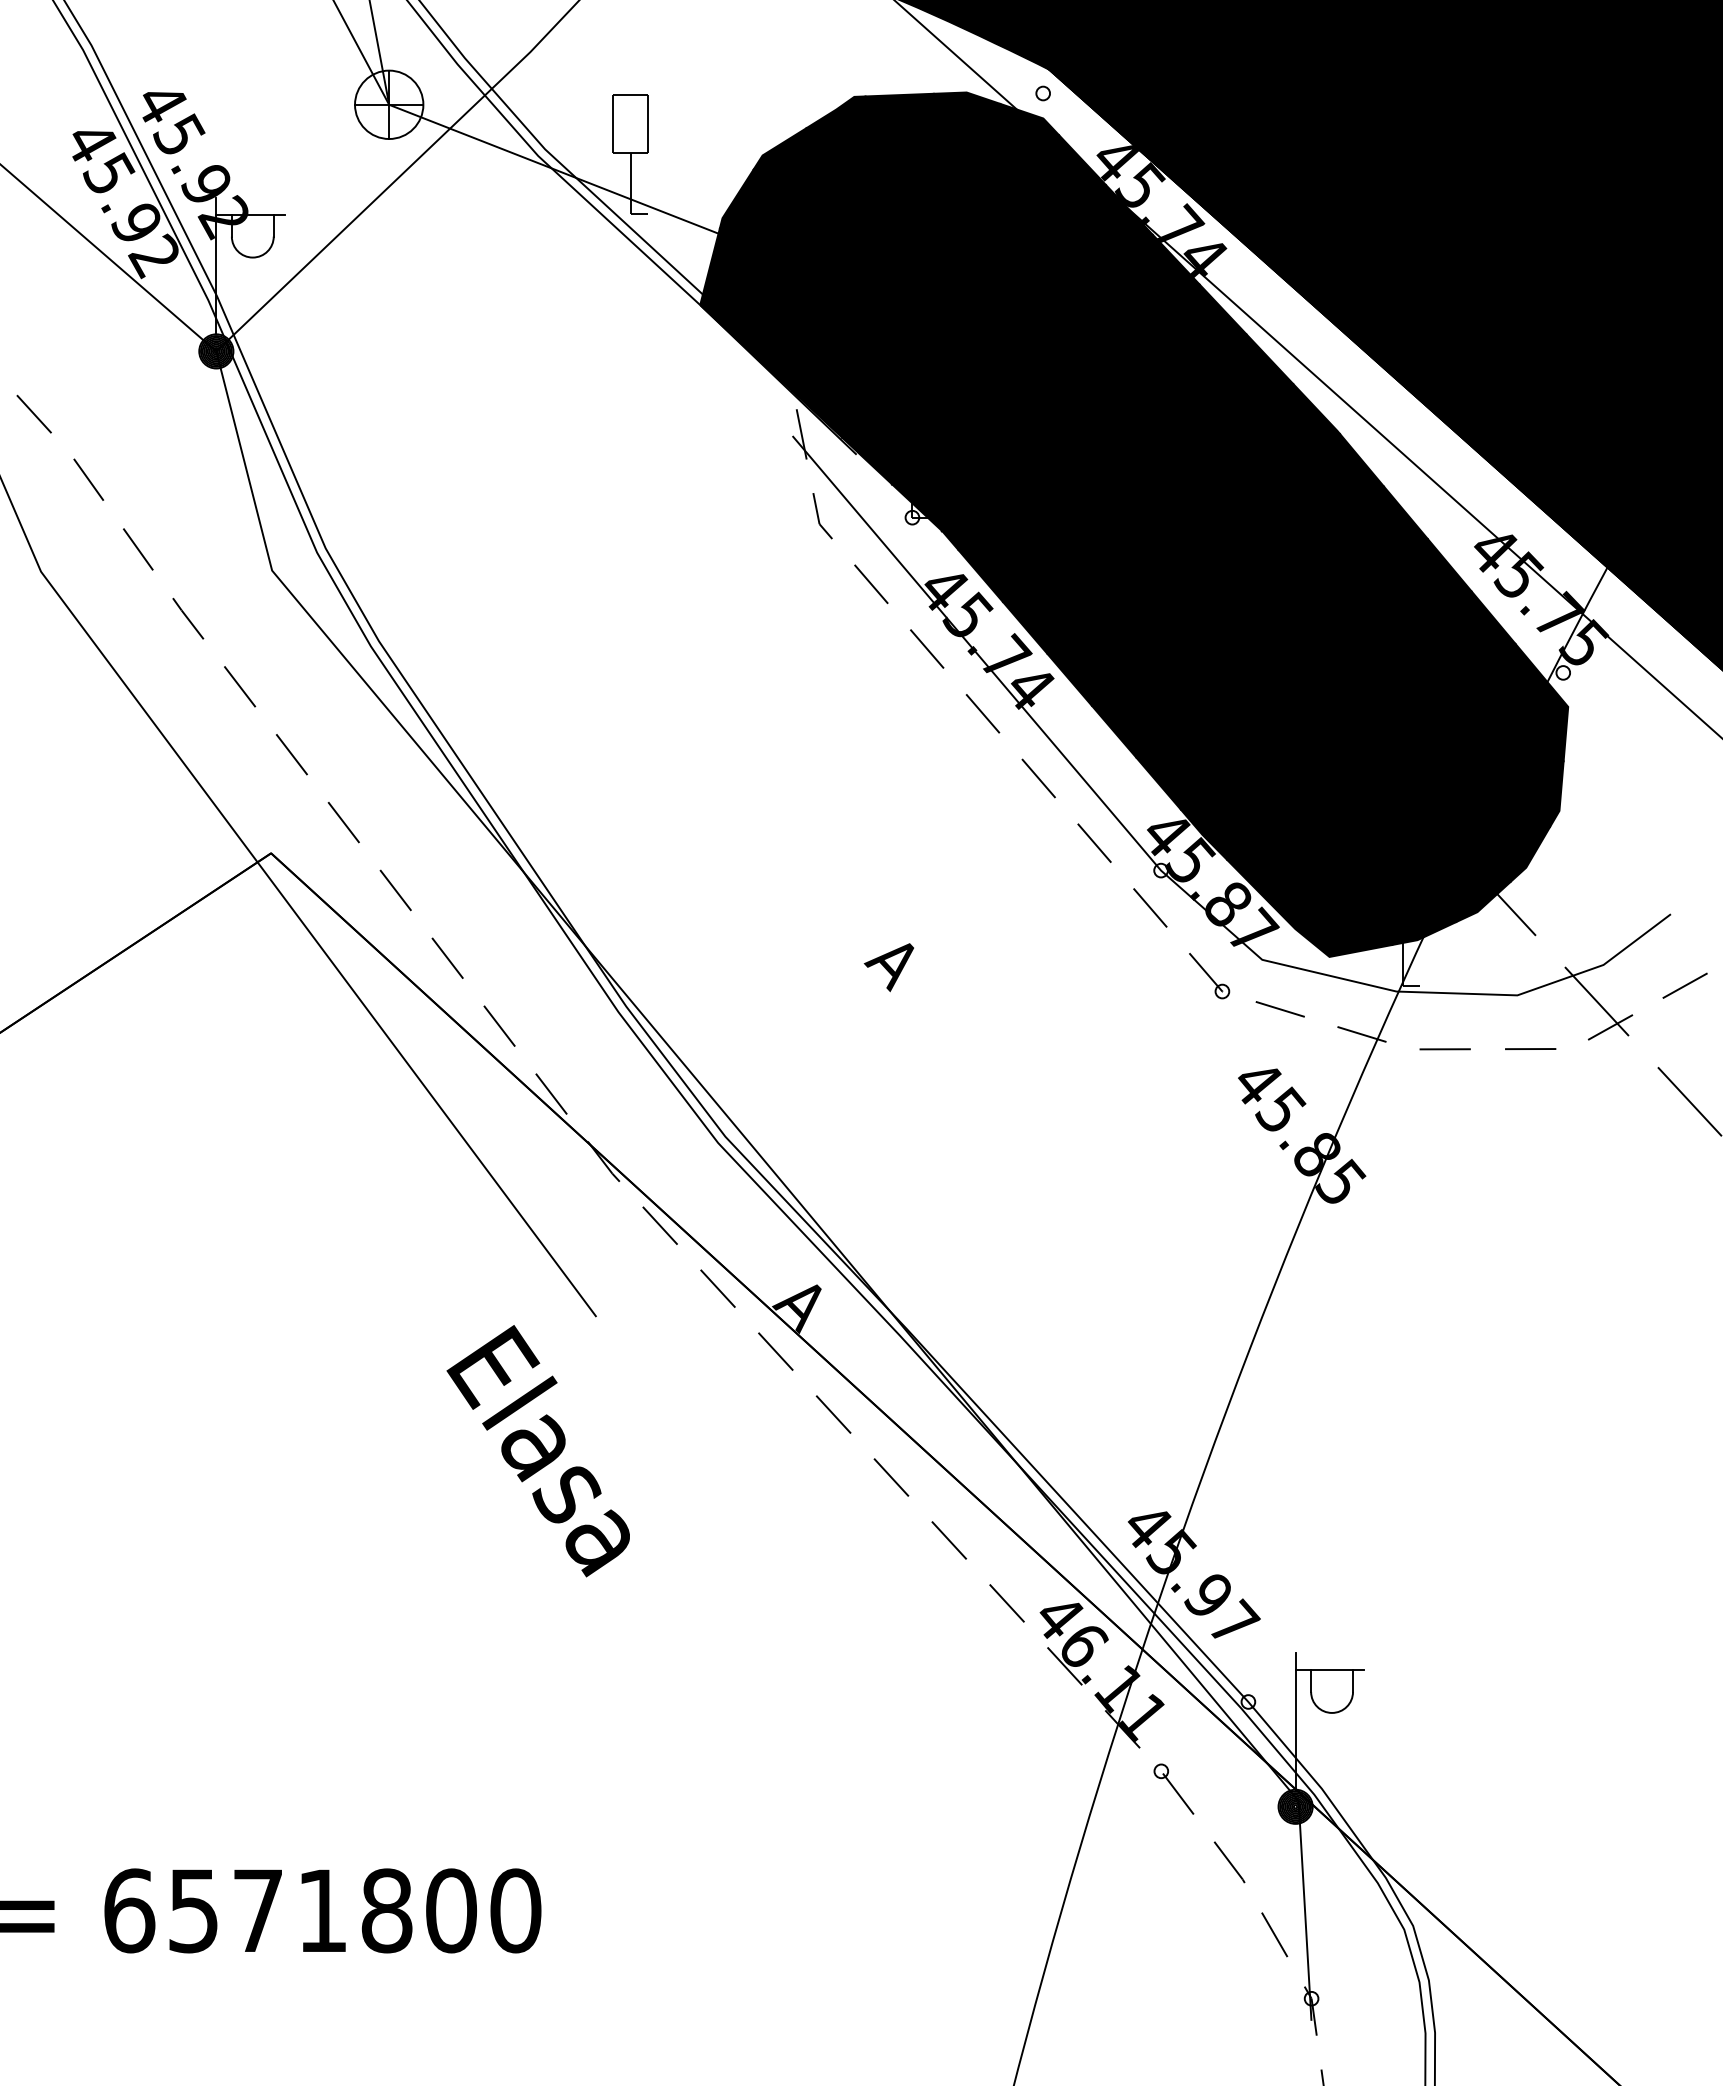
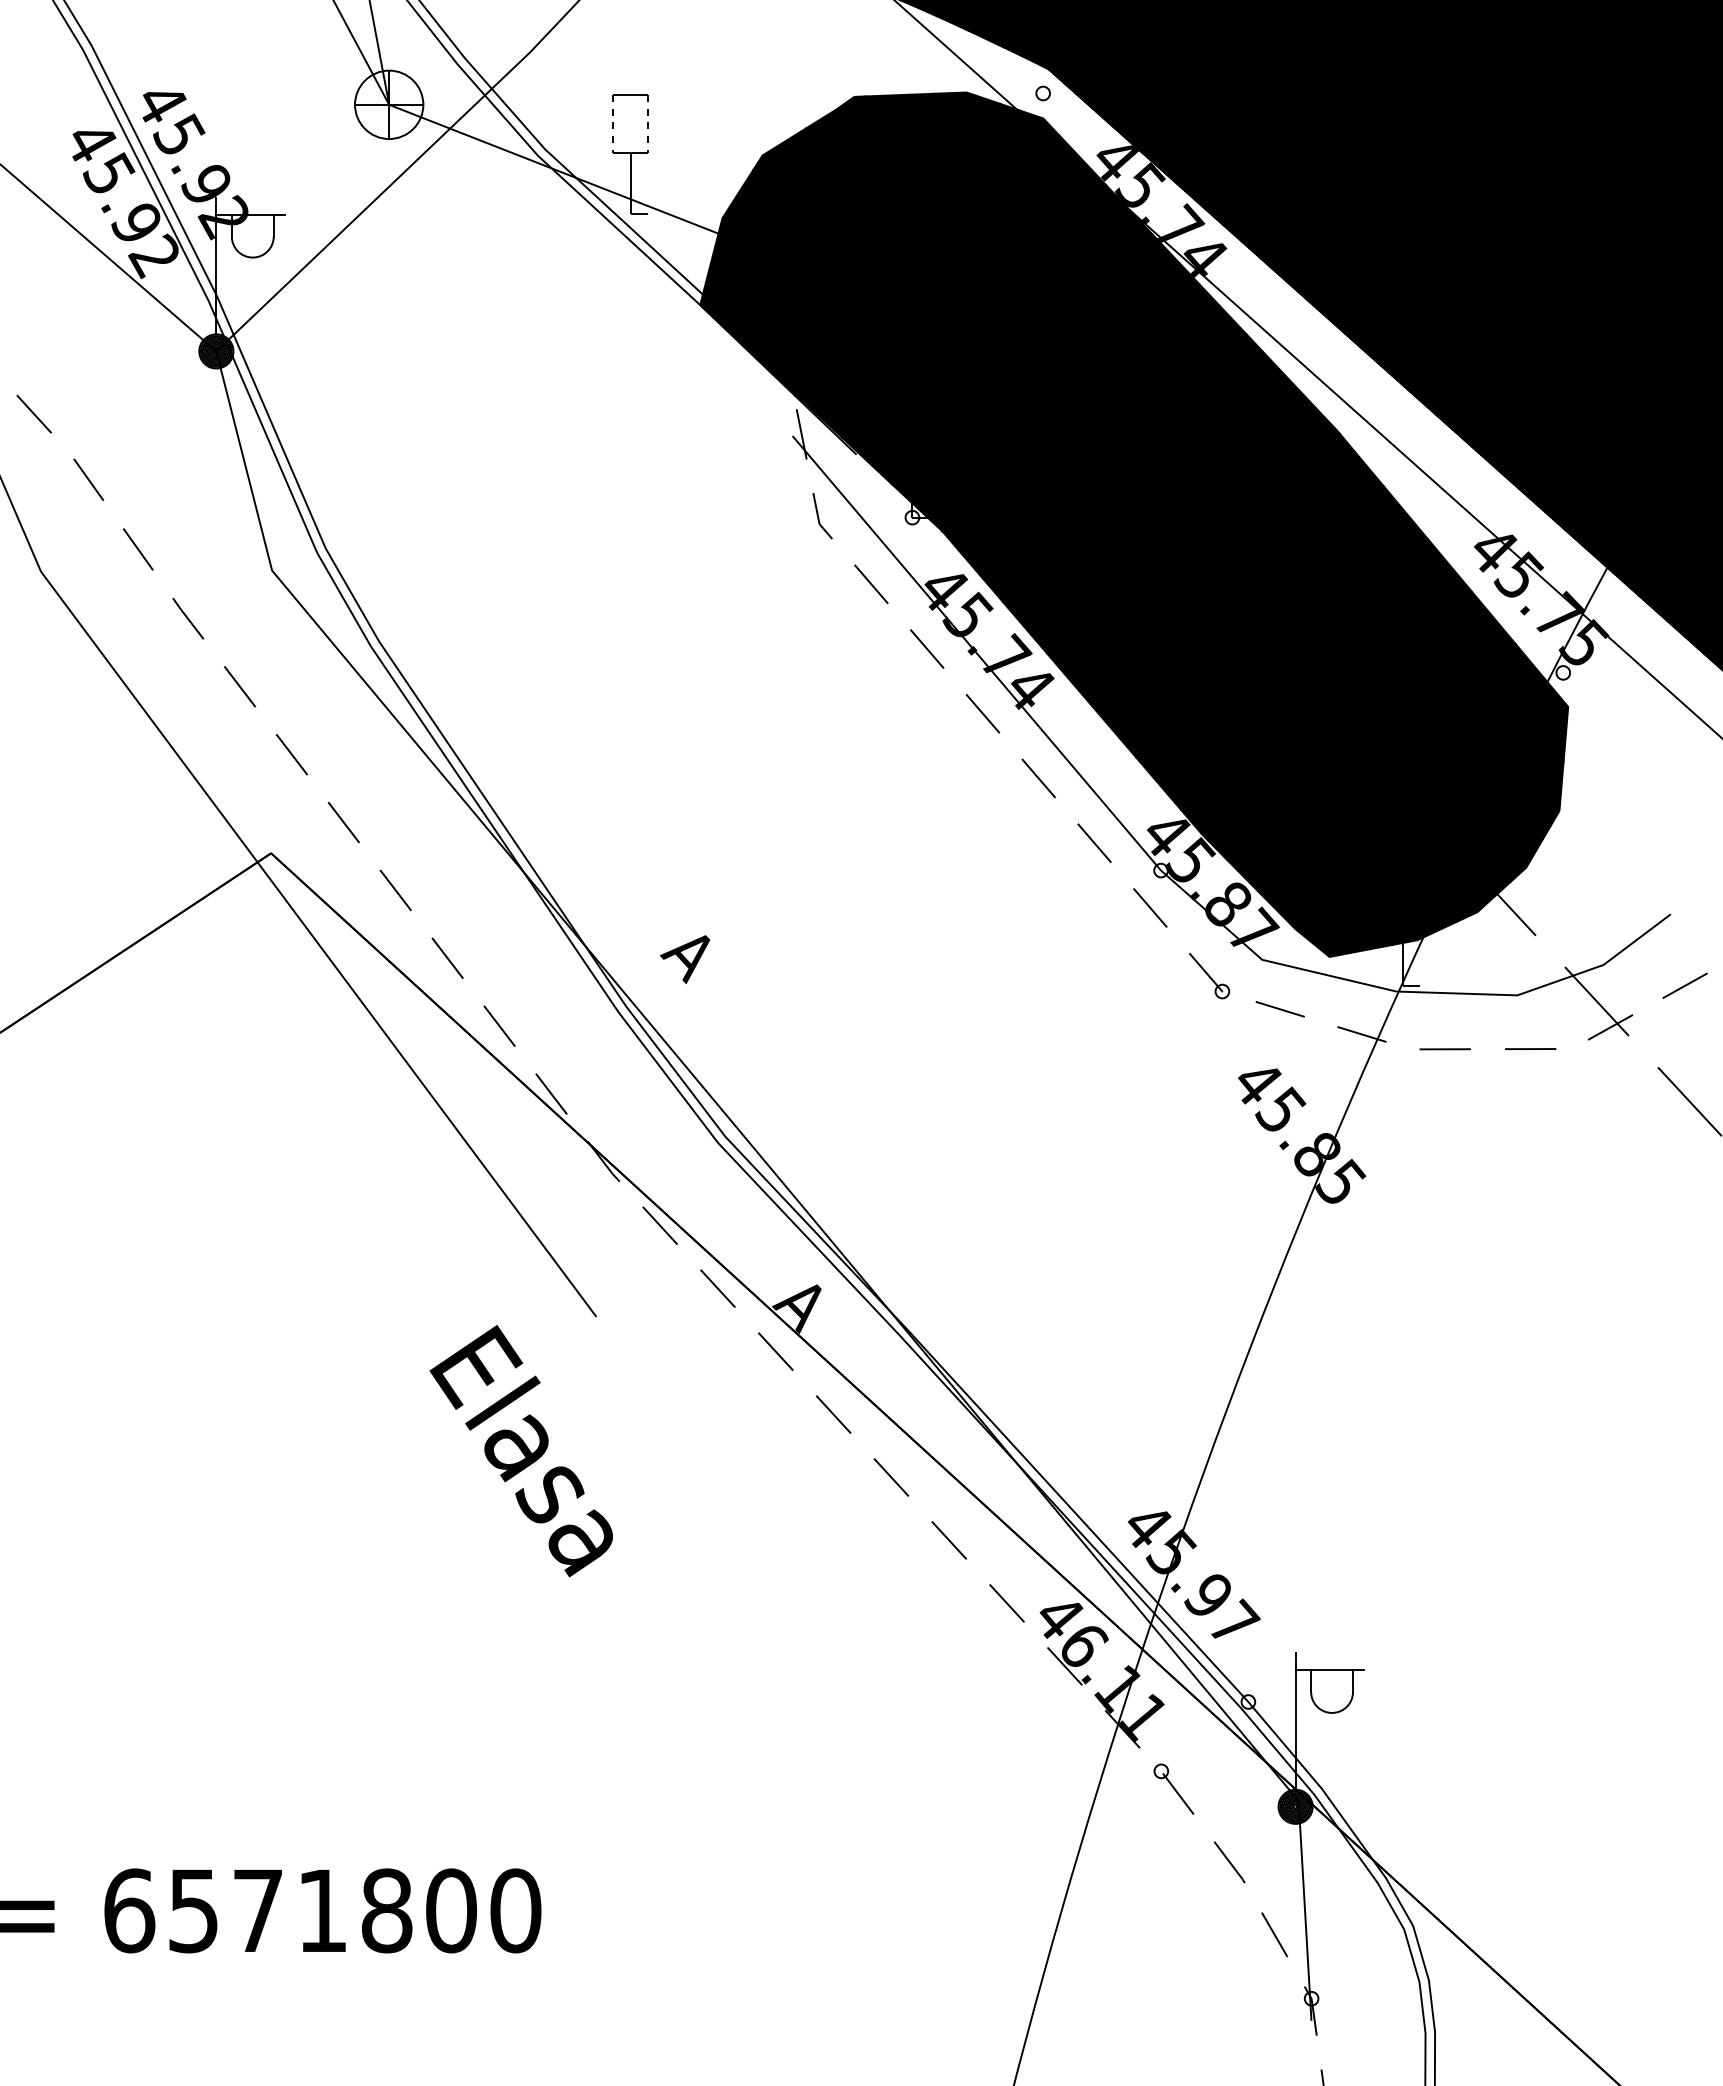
line at (613, 124): solid -> dashed
line at (647, 124): solid -> dashed
text at (888, 967) position: (888, 967) -> (684, 959)
text at (537, 1451) position: (537, 1451) -> (520, 1451)
